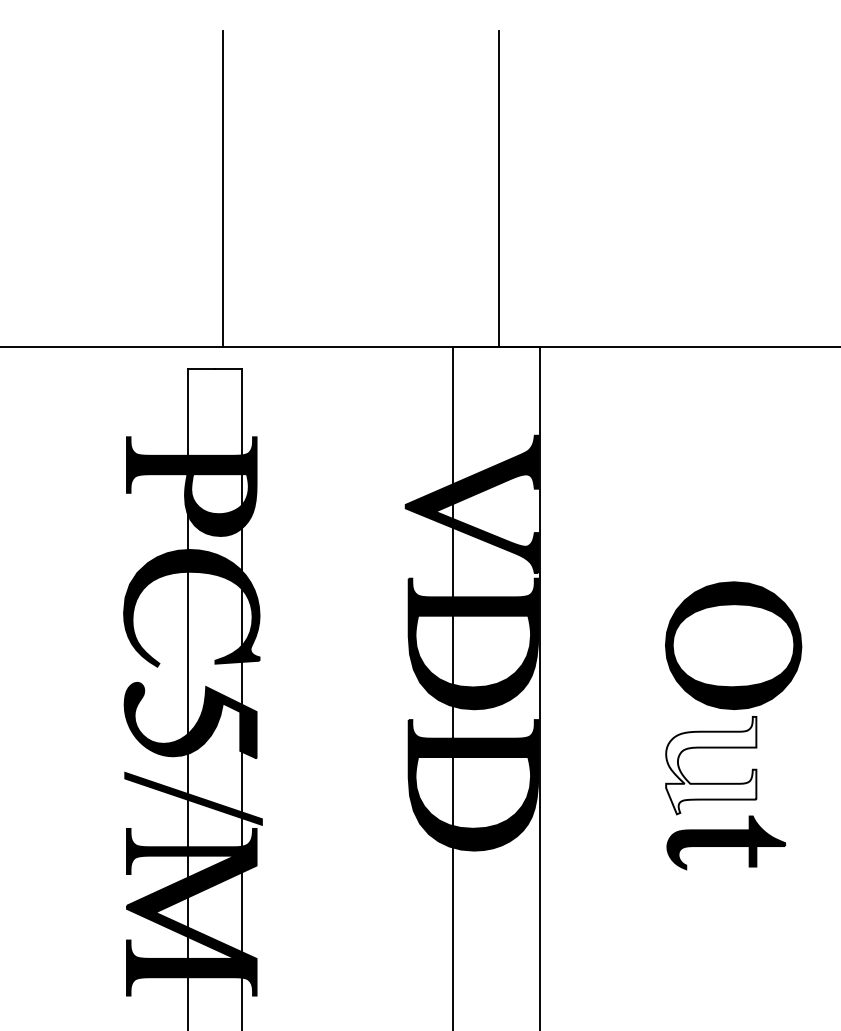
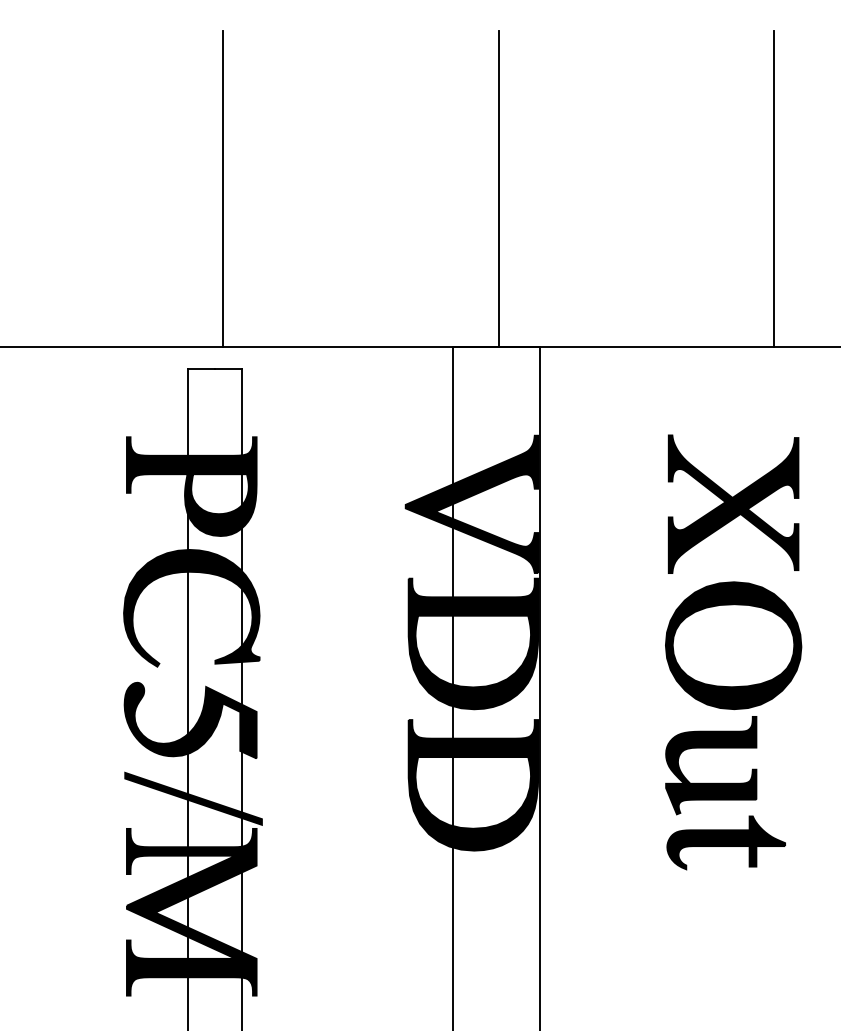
line at (773, 188): none -> present
part at (733, 503): none -> present
fill at (711, 765): none -> present
